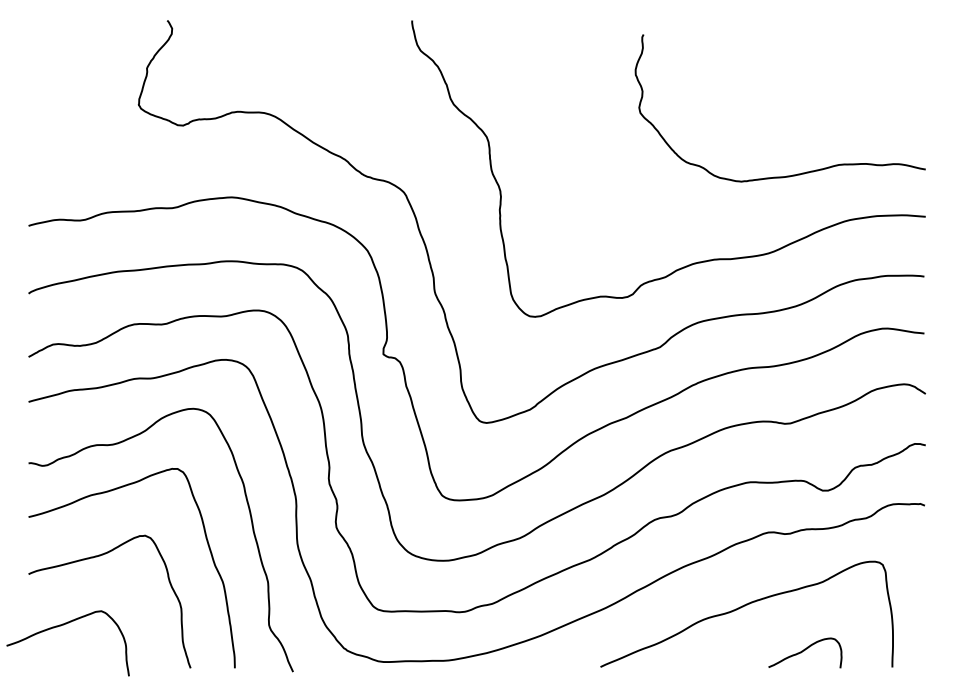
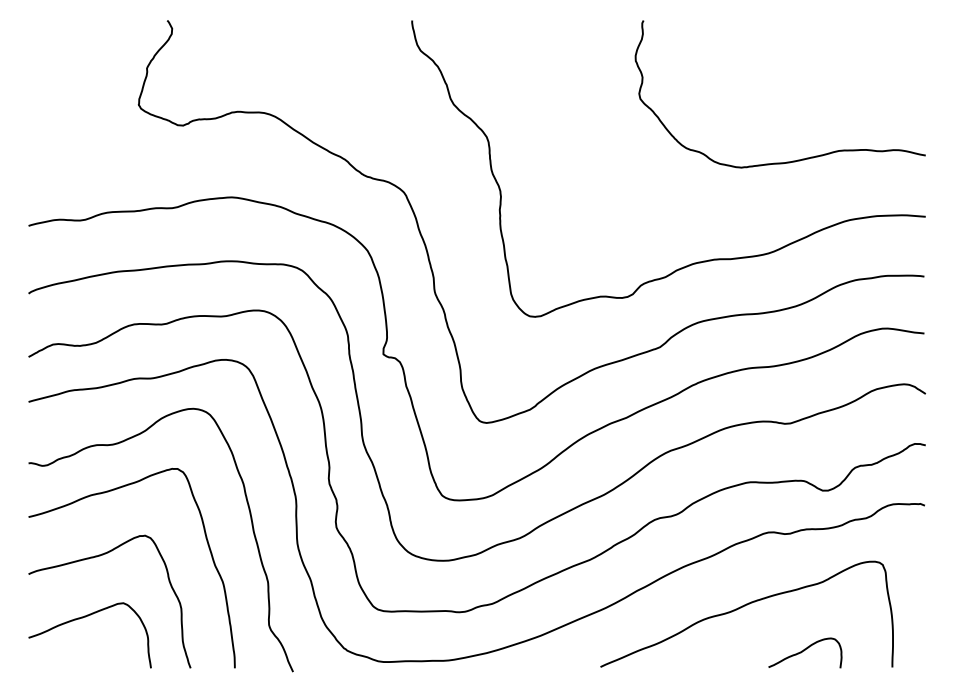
curve at (792, 174) position: (792, 174) -> (792, 160)
curve at (61, 626) position: (61, 626) -> (83, 618)
